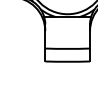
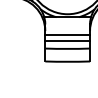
line at (67, 35): none -> present
line at (67, 41): none -> present
